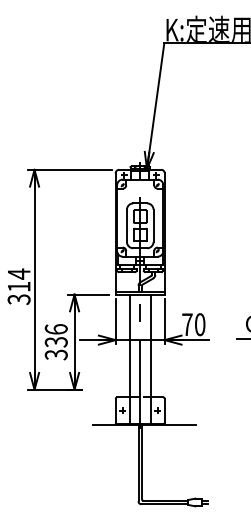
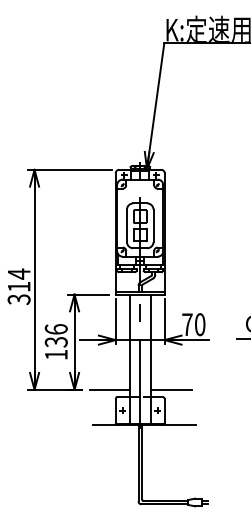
text at (55, 354): 336 -> 136
line at (109, 389): none -> present
line at (170, 389): none -> present
